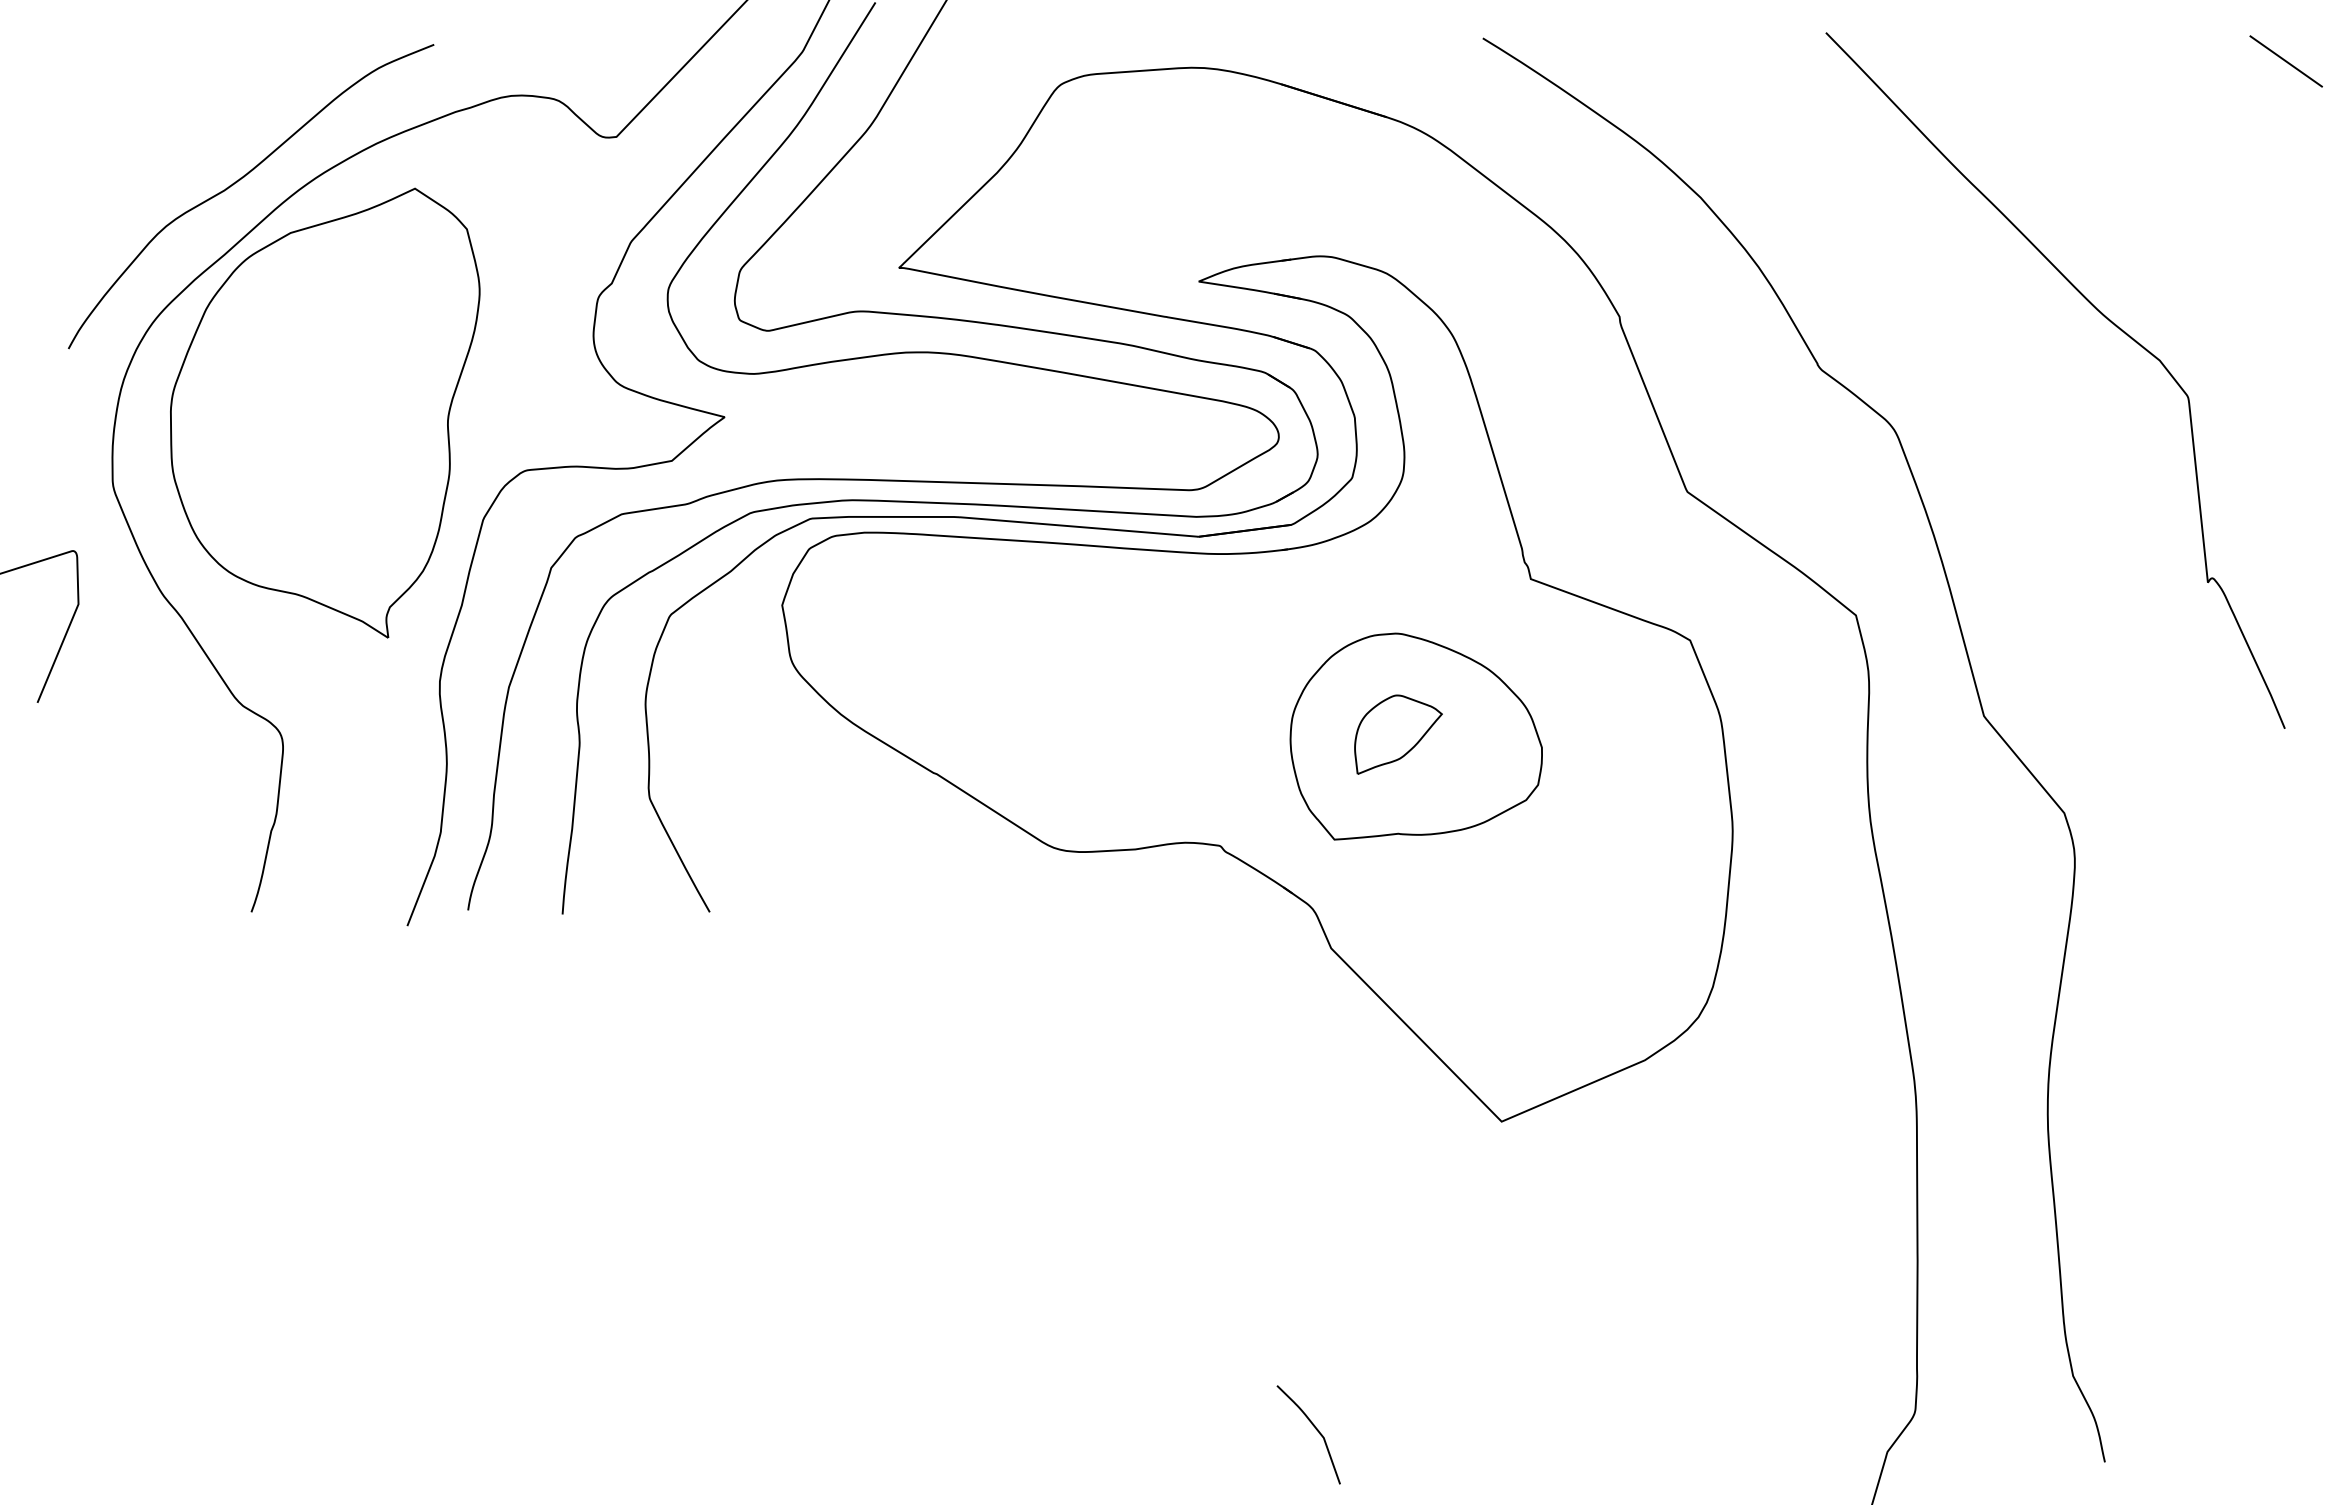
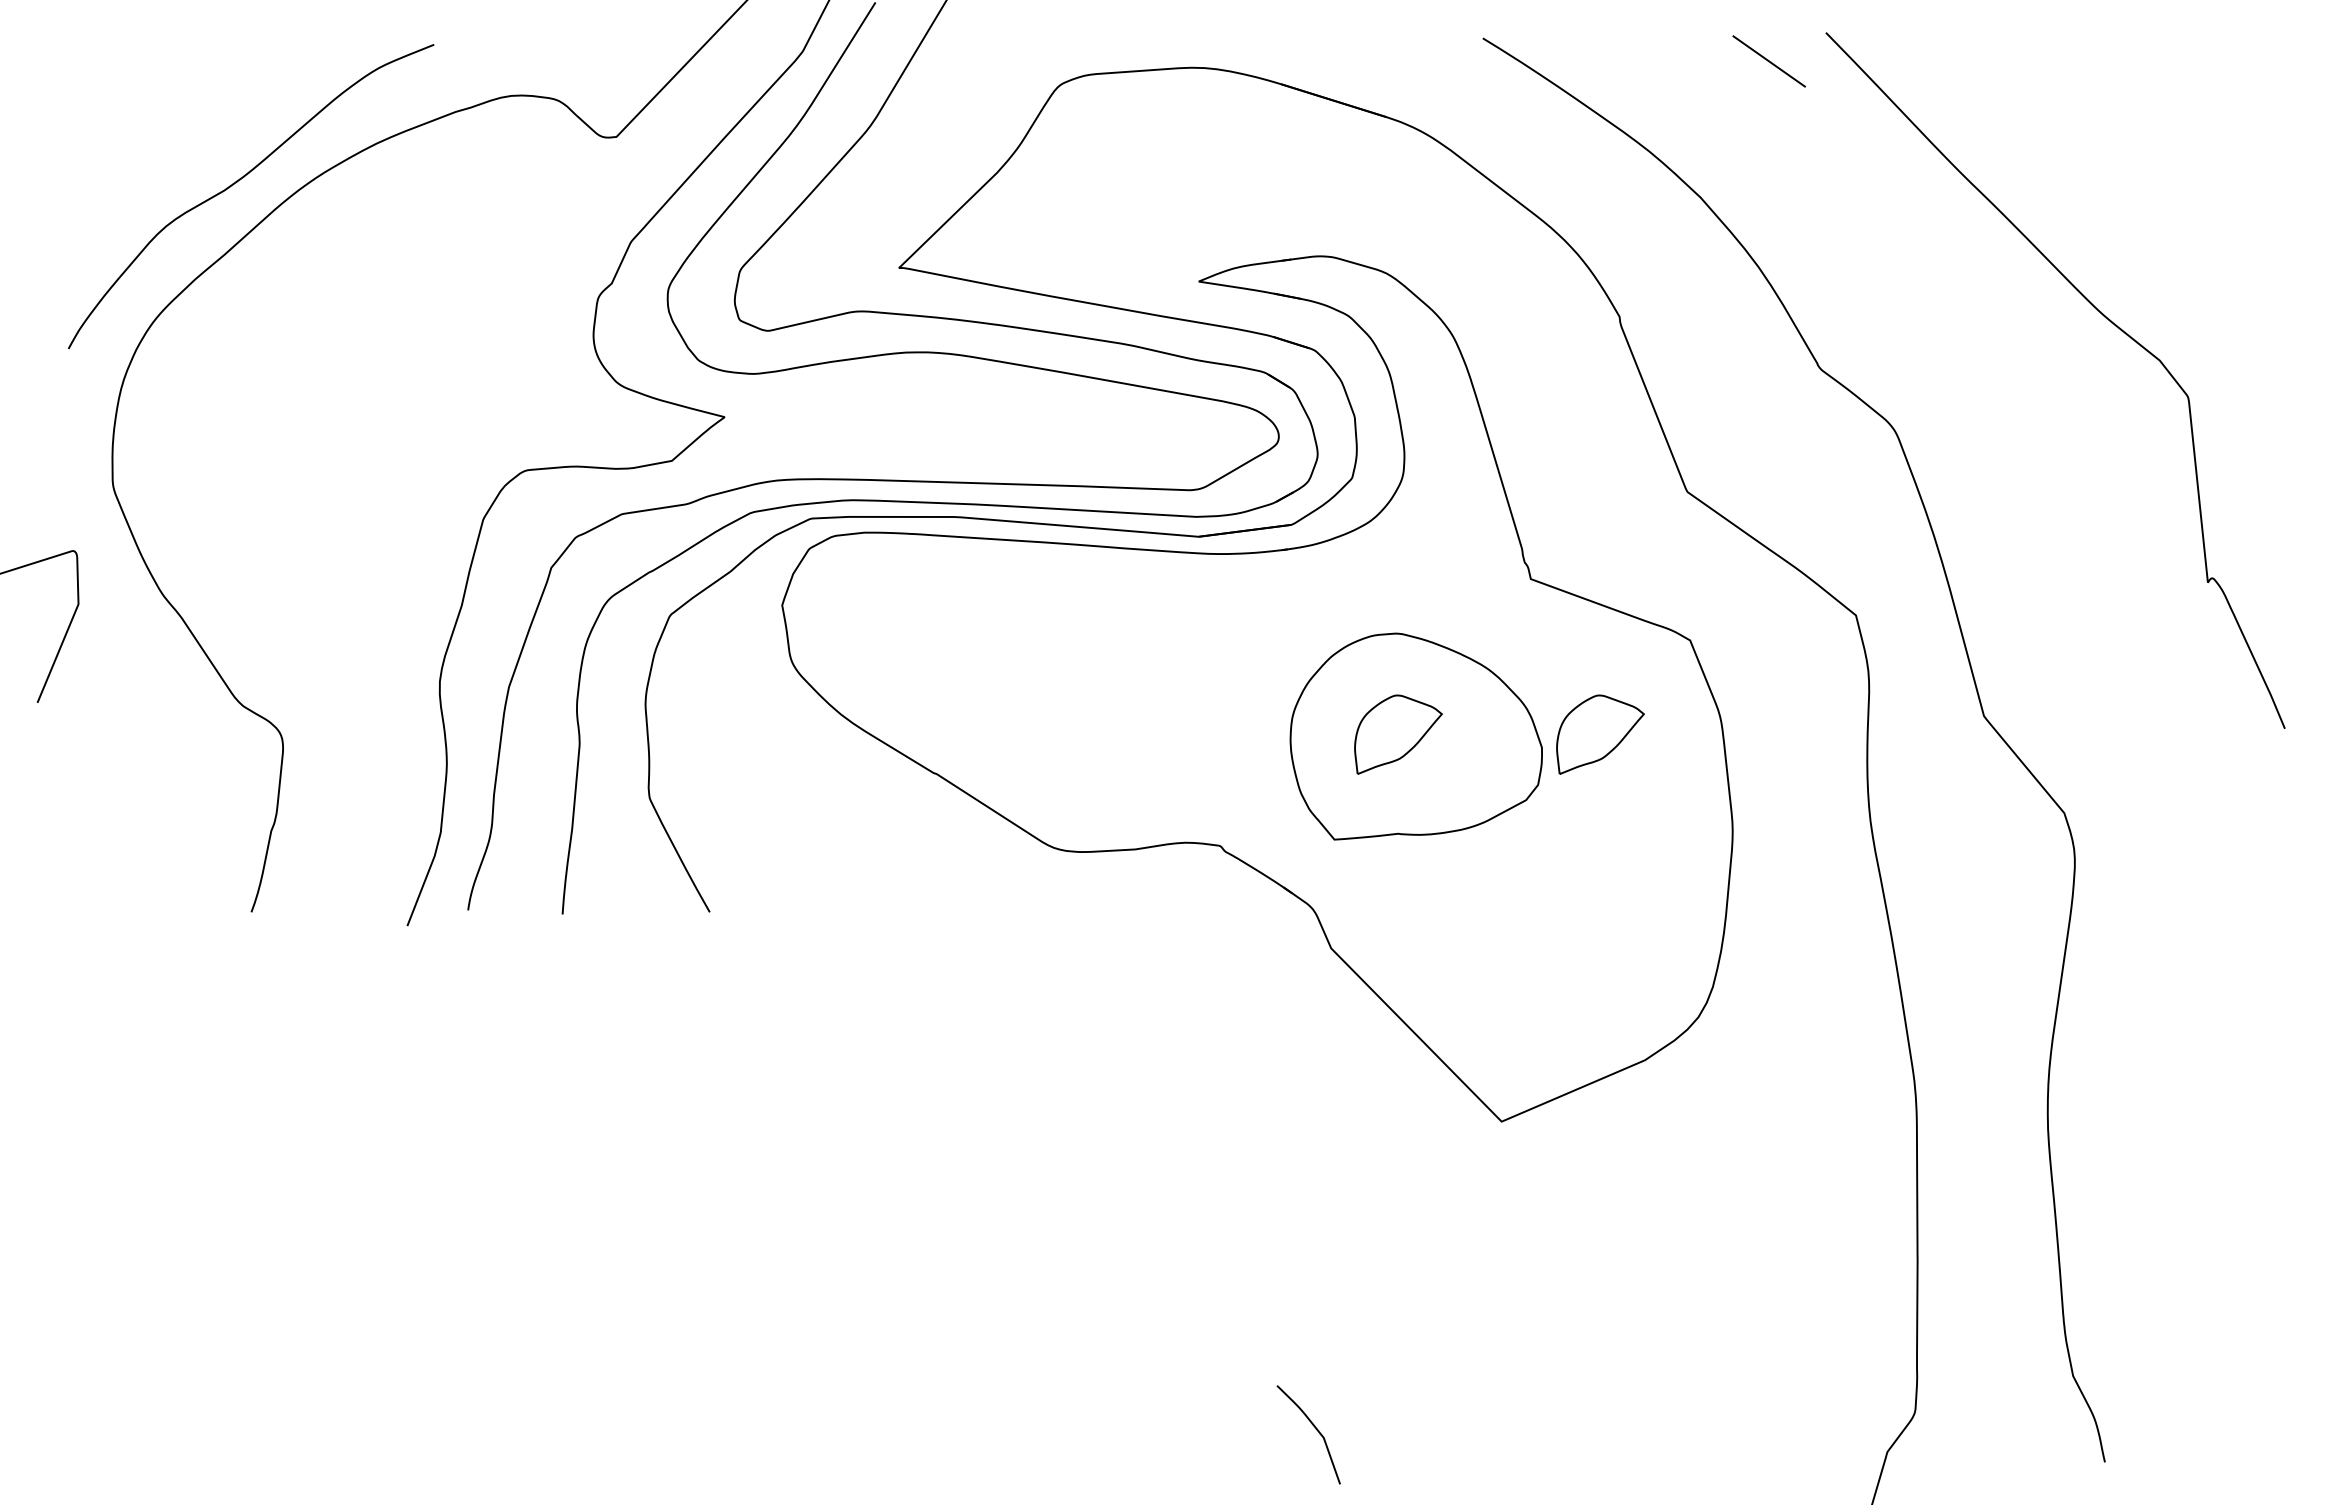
line at (2285, 61) position: (2285, 61) -> (1768, 61)
part at (325, 412): present -> none
part at (1600, 734): none -> present
